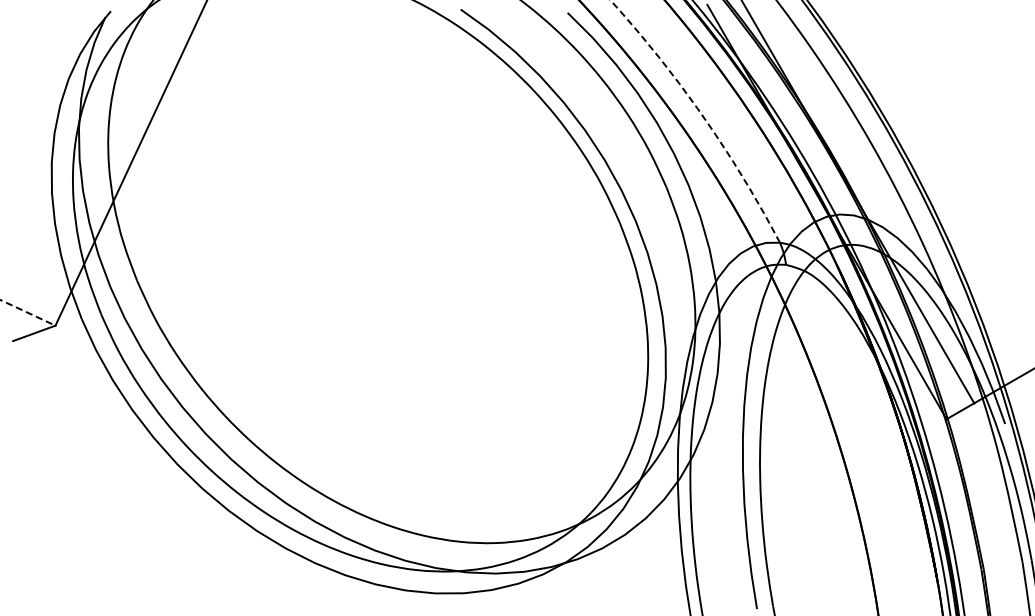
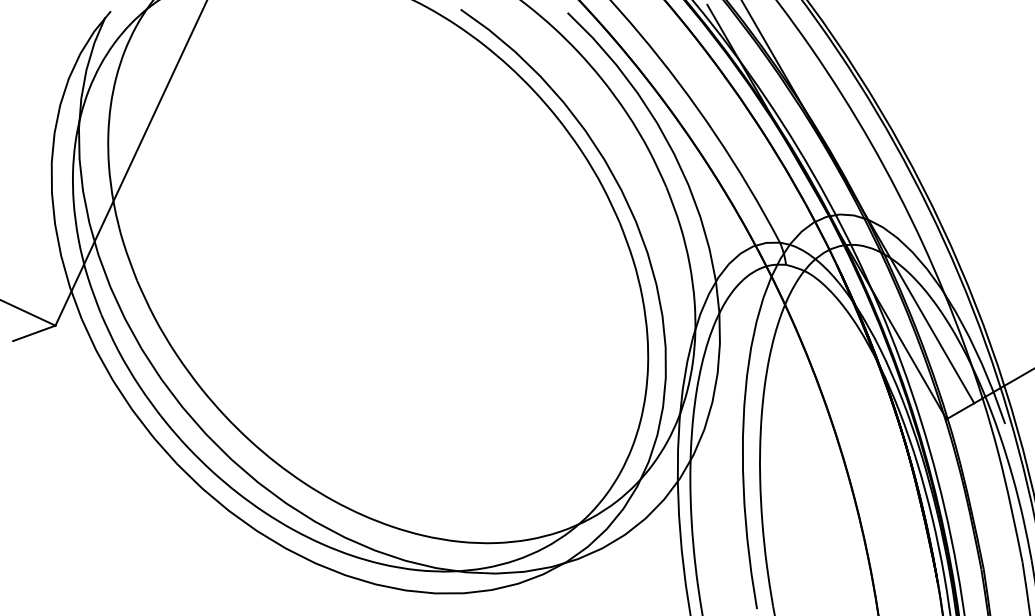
arc at (702, 115): dashed -> solid
line at (28, 313): dashed -> solid
